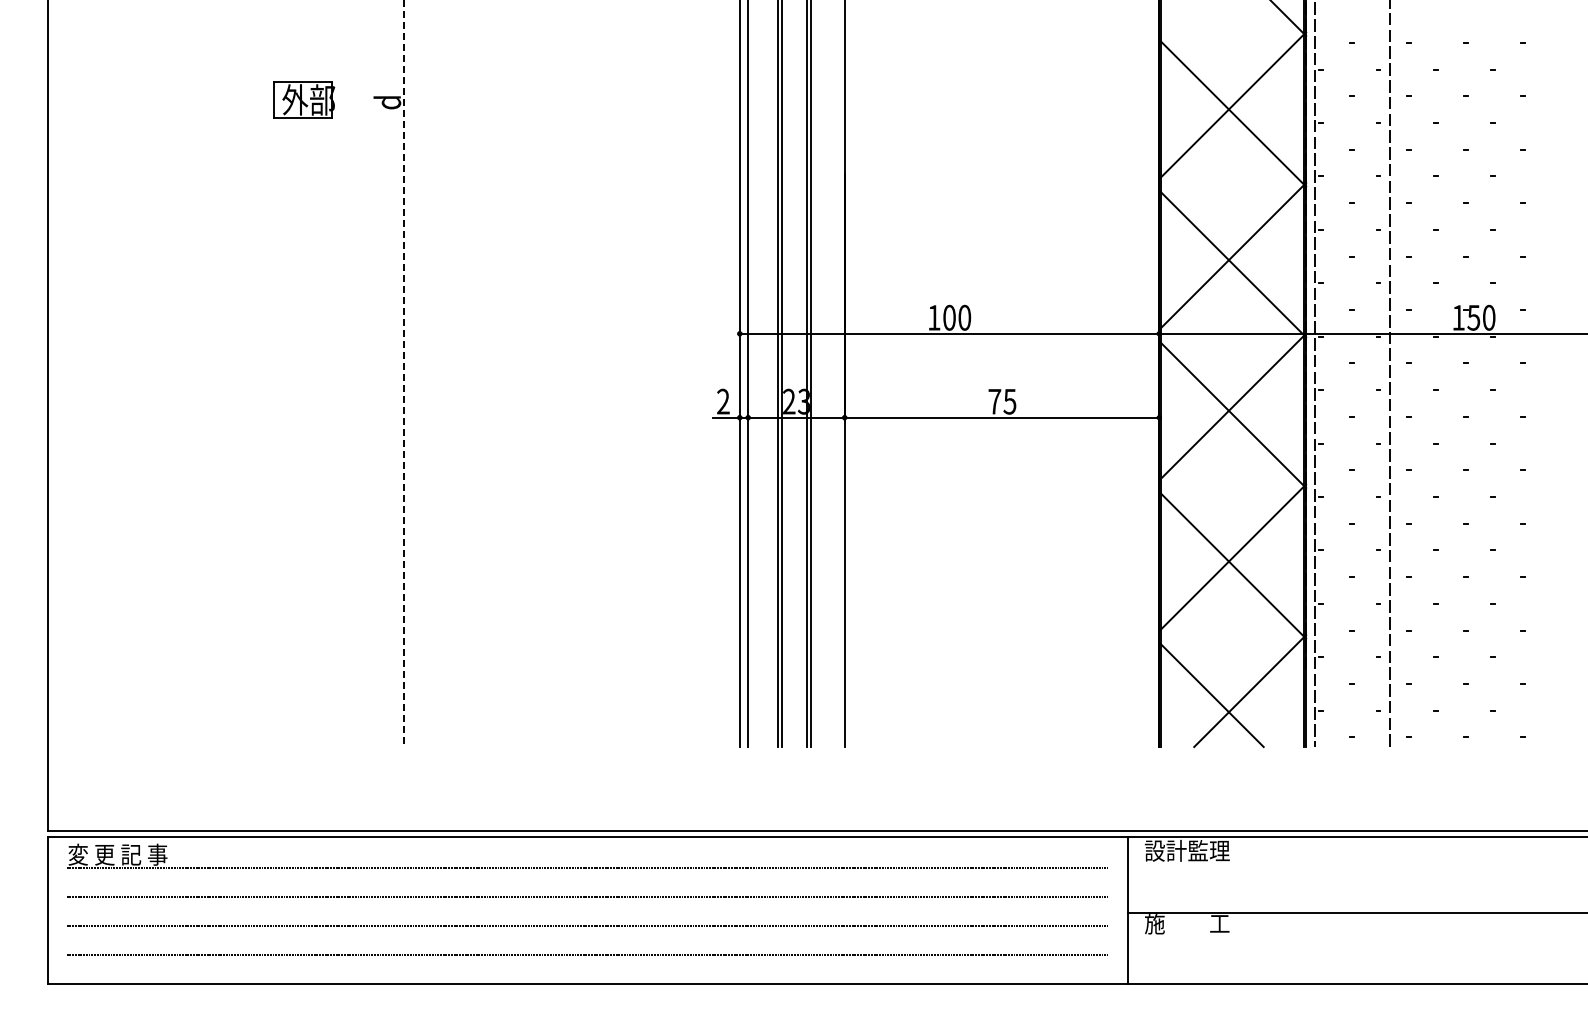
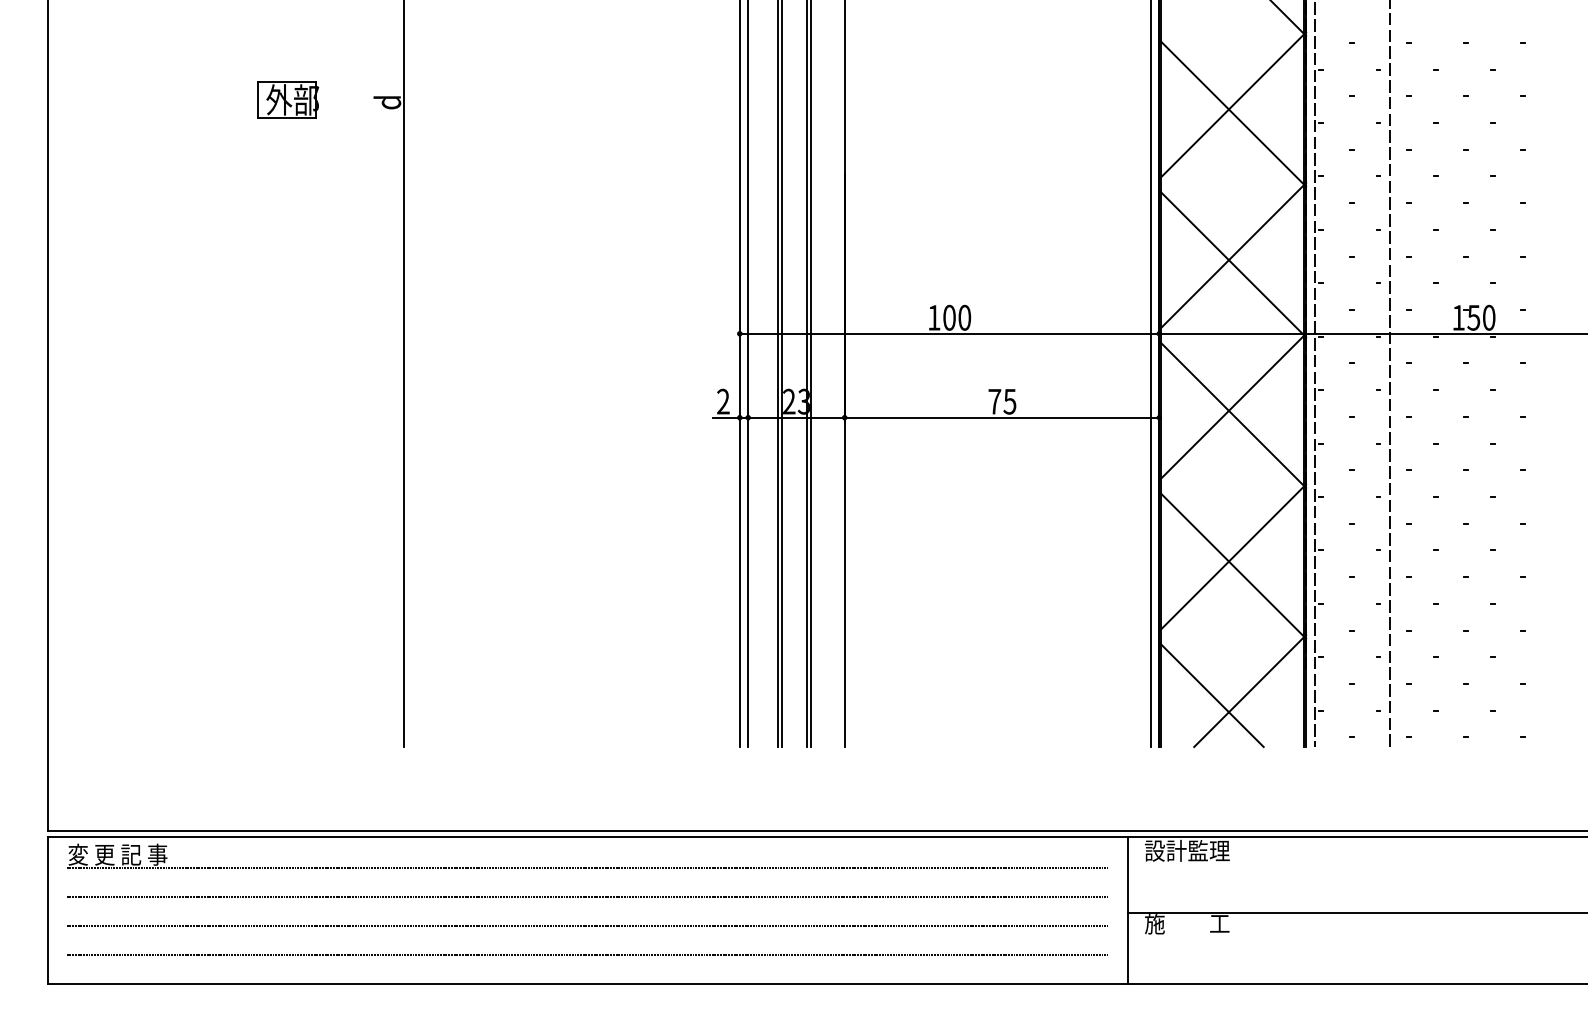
part at (304, 99) position: (304, 99) -> (288, 99)
line at (404, 374): dashed -> solid
line at (1150, 374): none -> present
